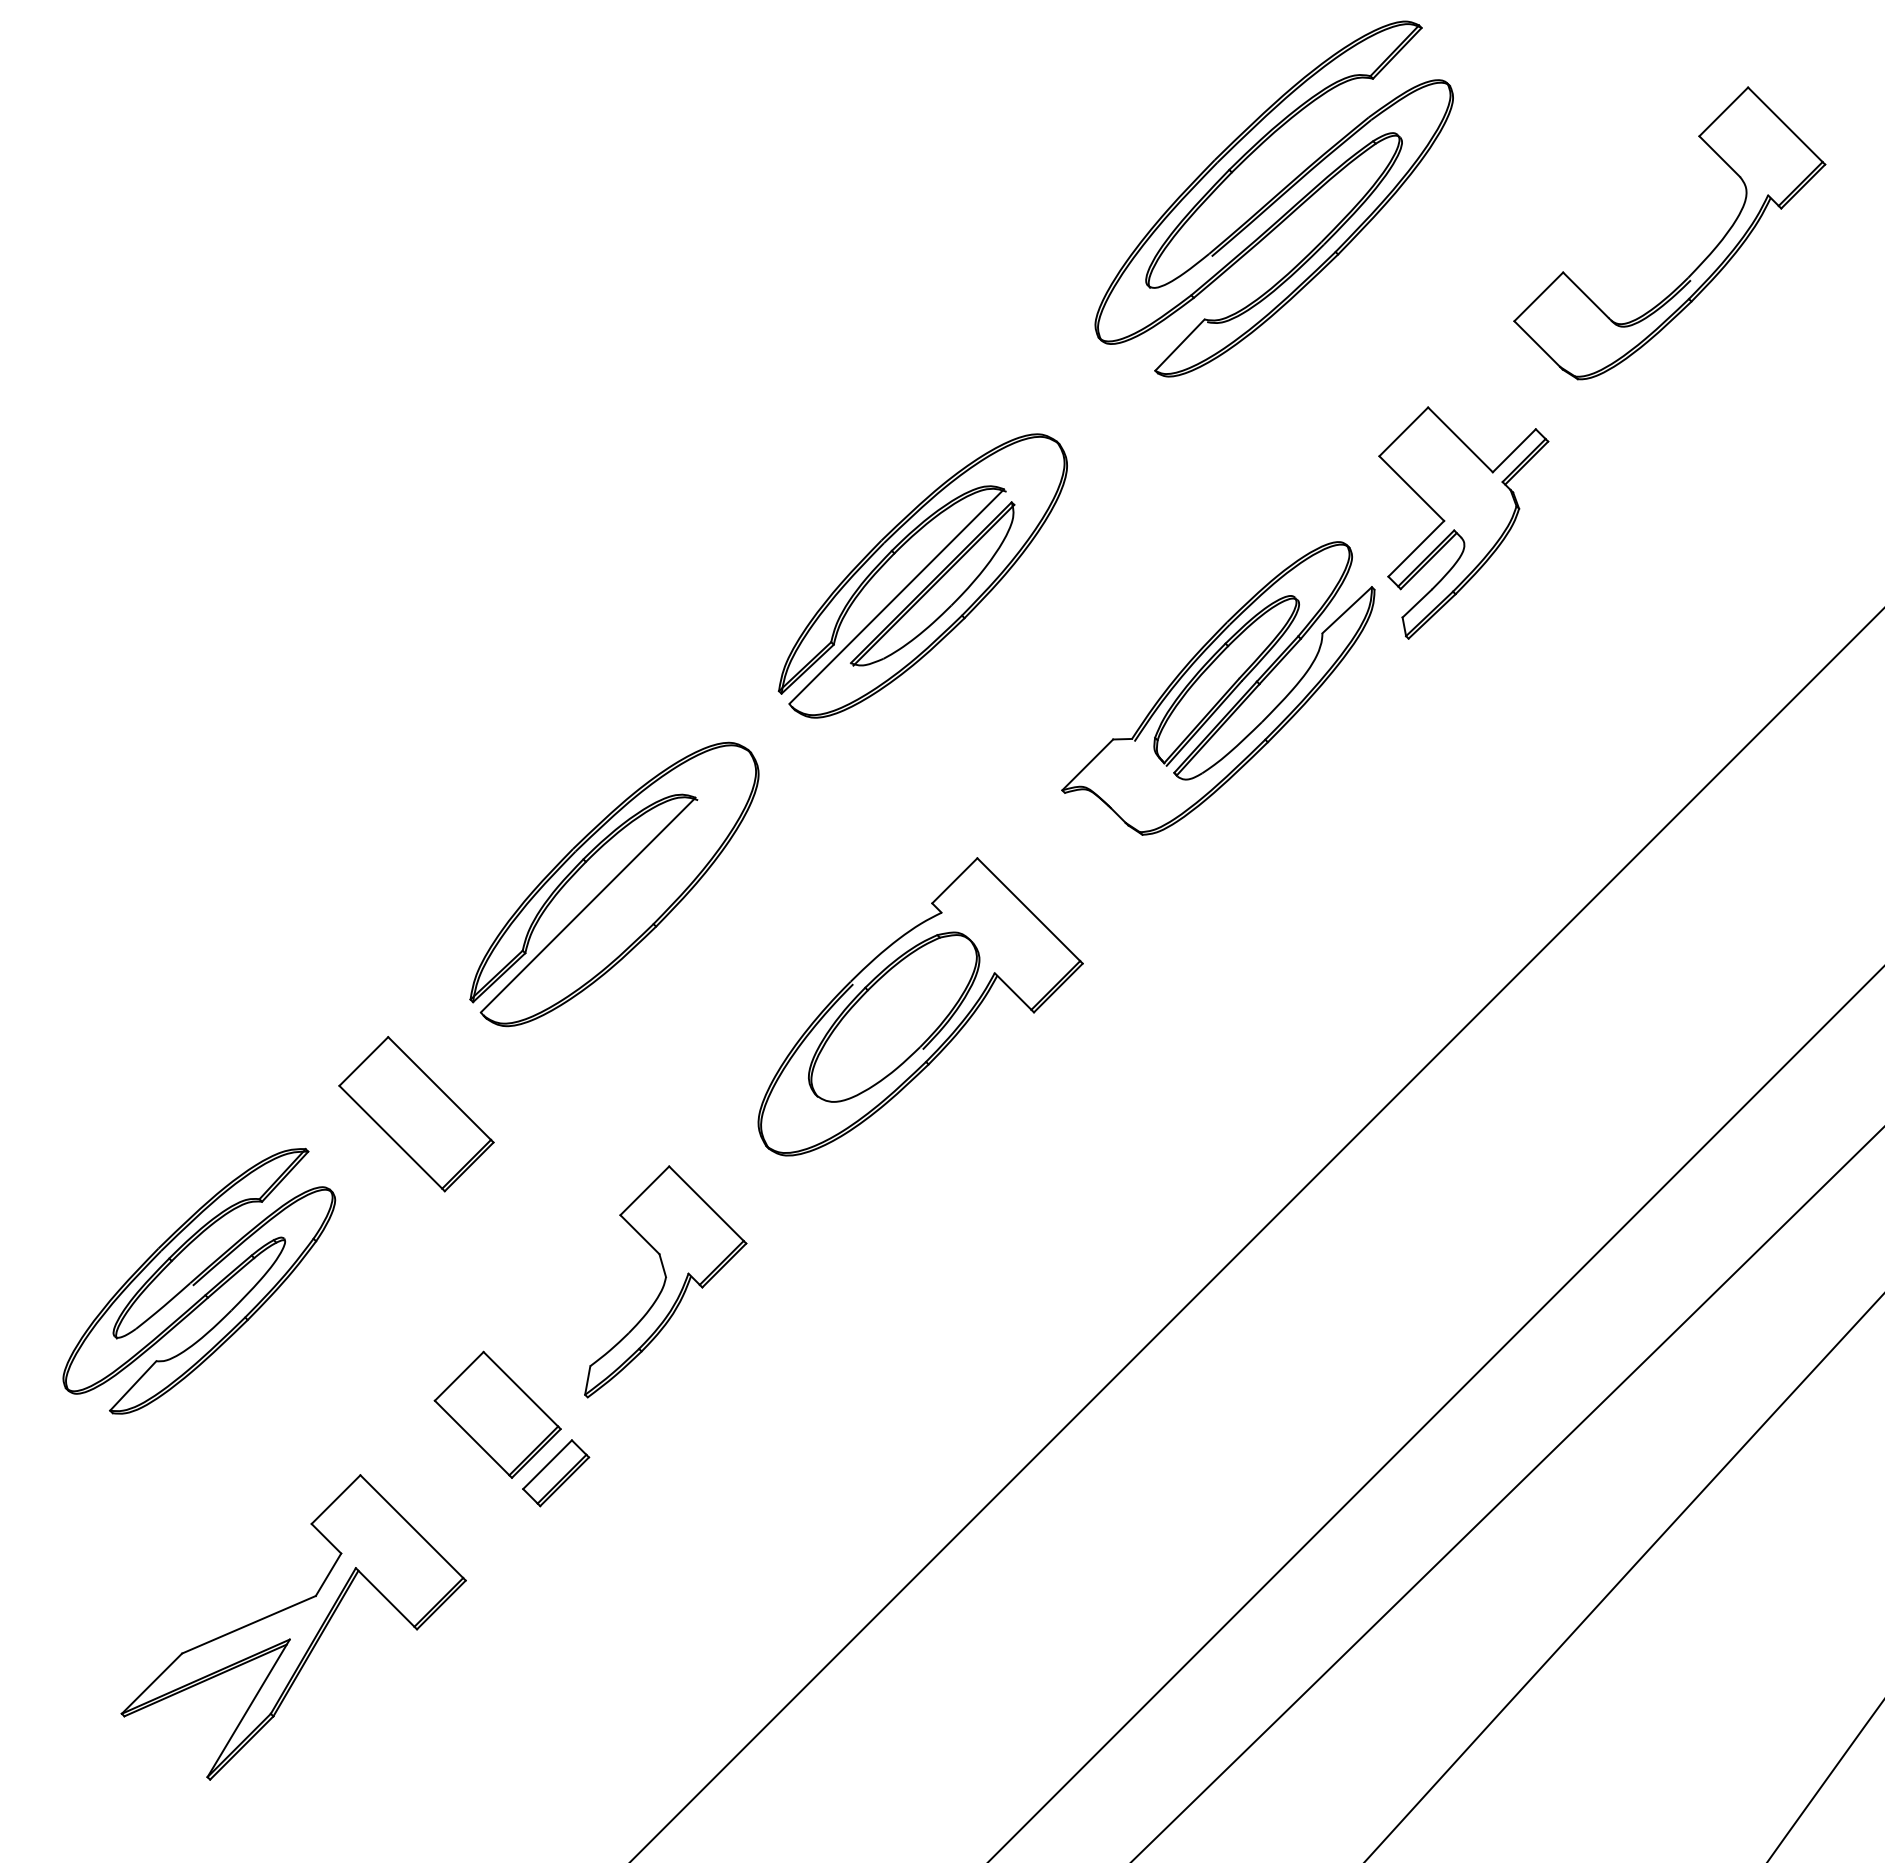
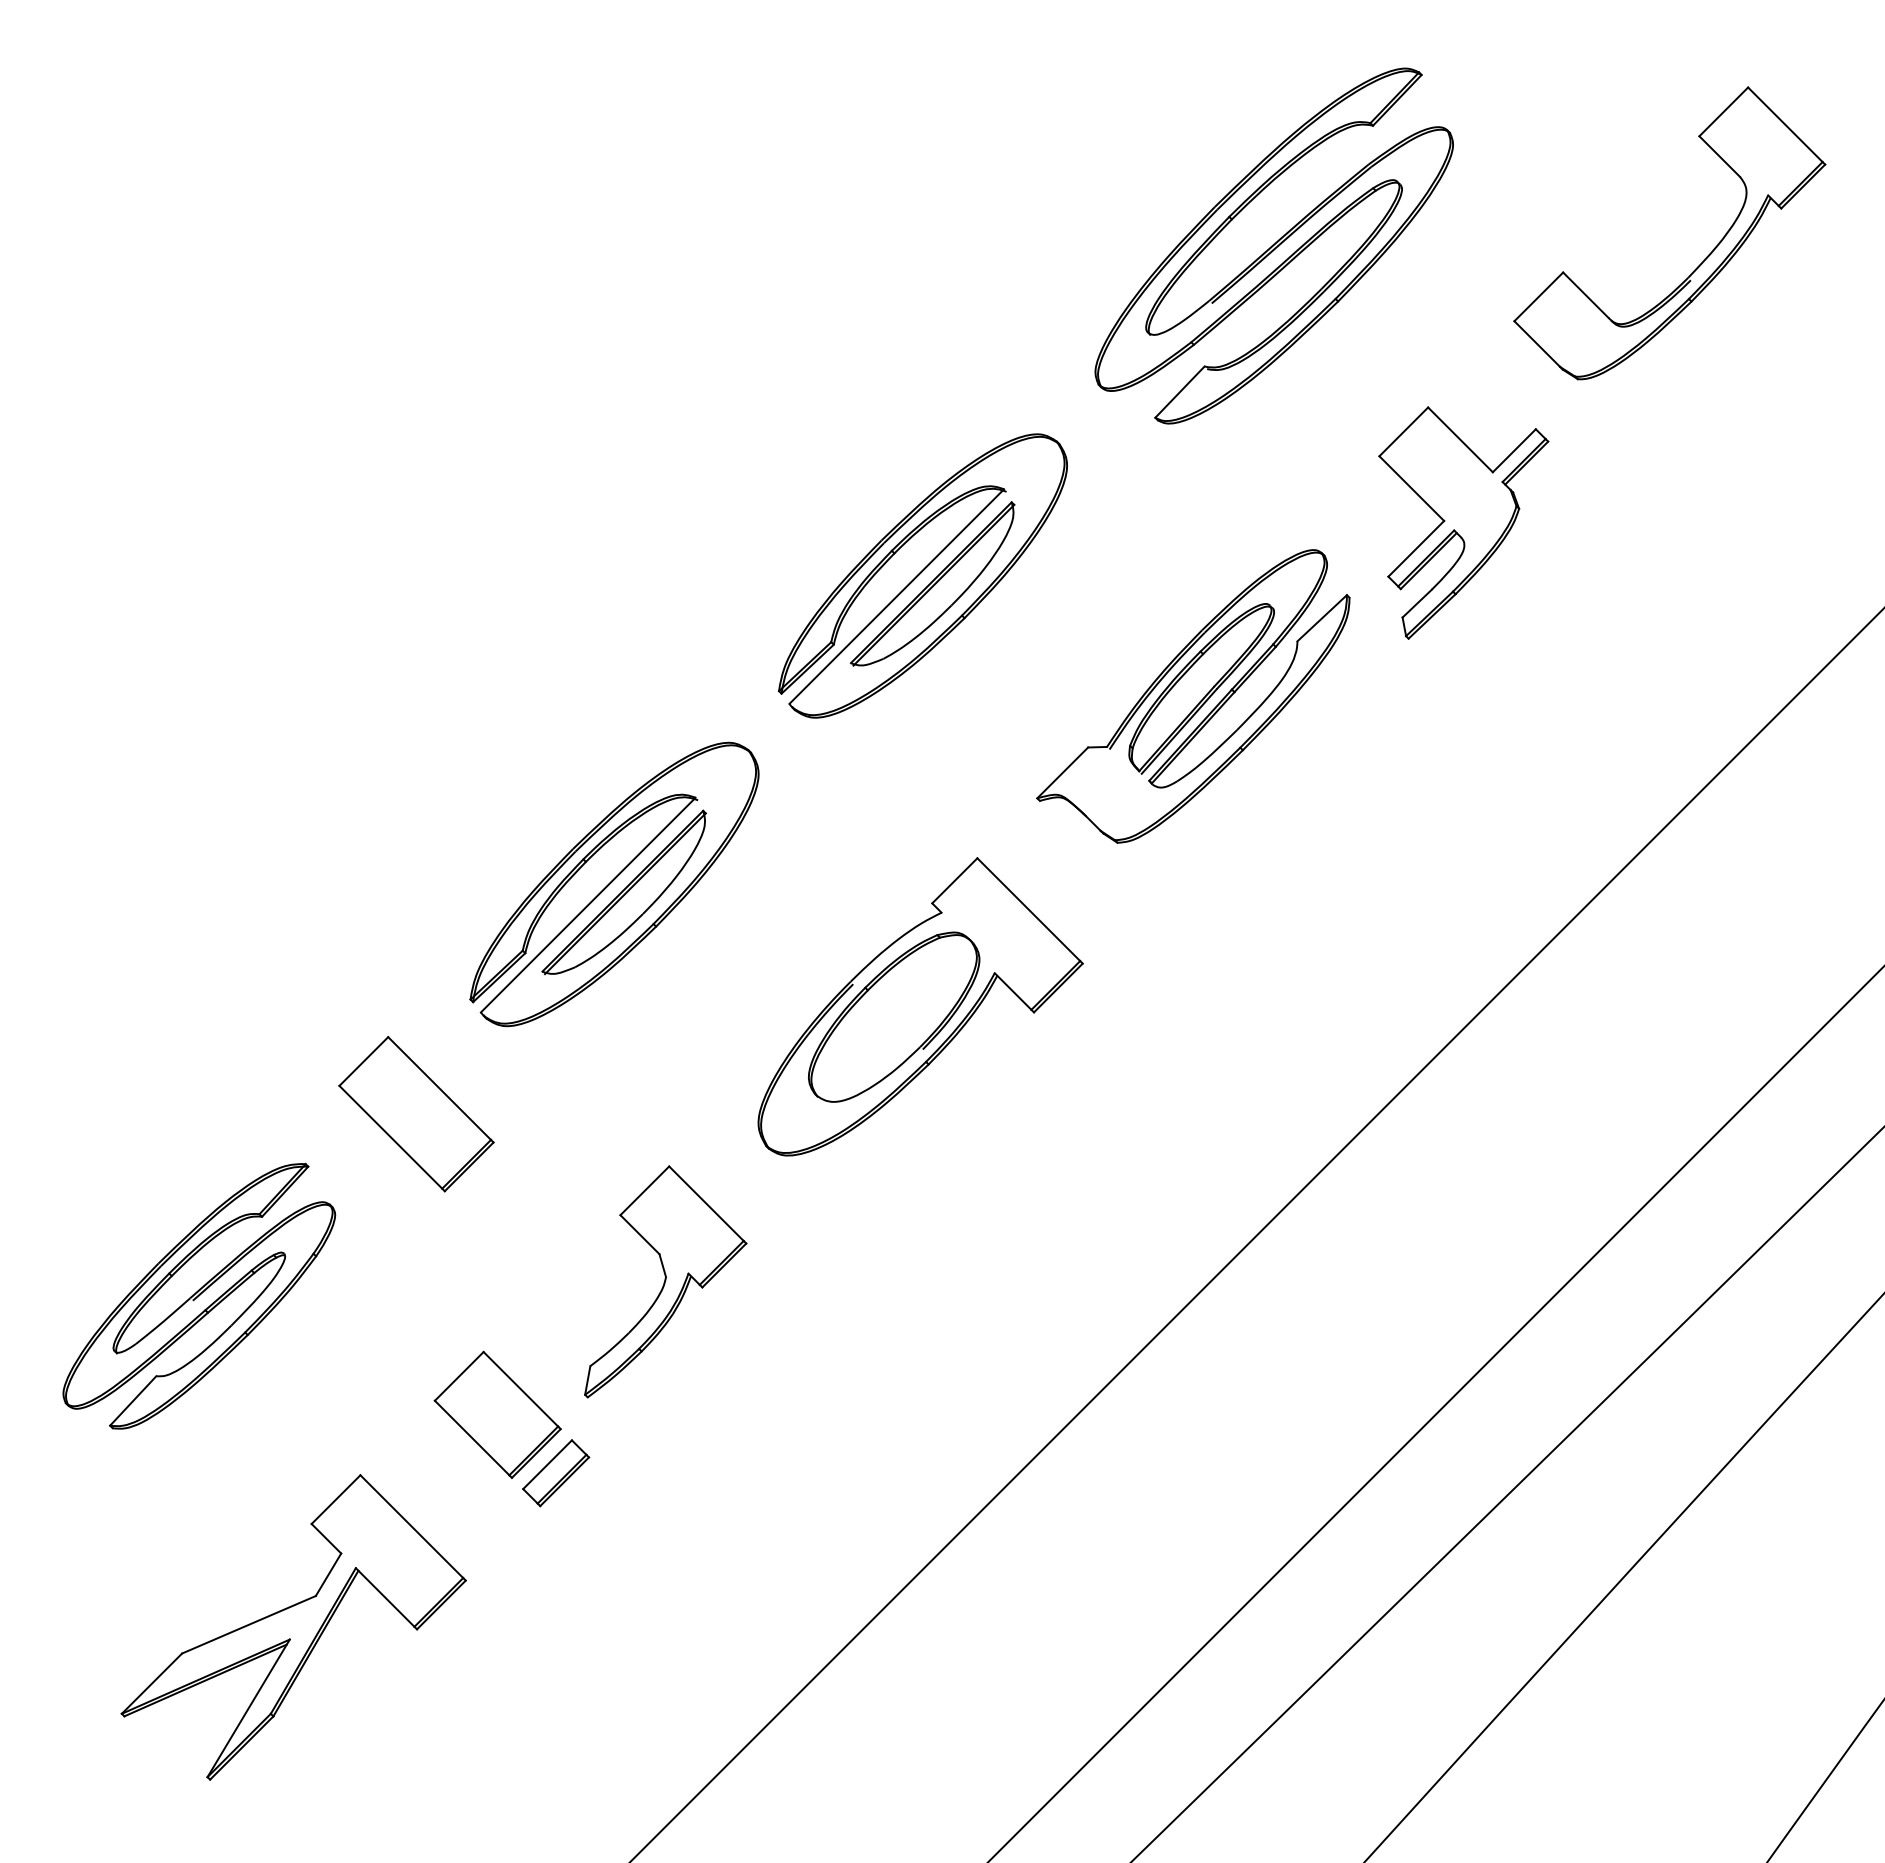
part at (1273, 198) position: (1273, 198) -> (1273, 245)
part at (1218, 688) position: (1218, 688) -> (1193, 696)
part at (623, 892): none -> present
part at (199, 1281) position: (199, 1281) -> (199, 1296)
